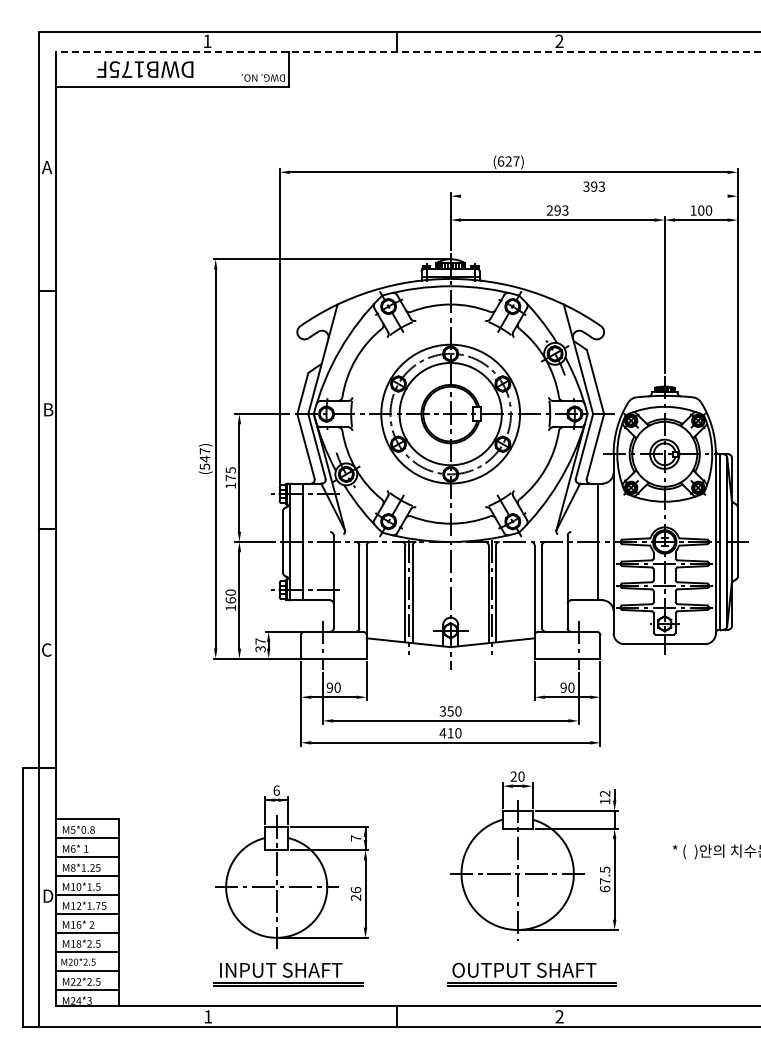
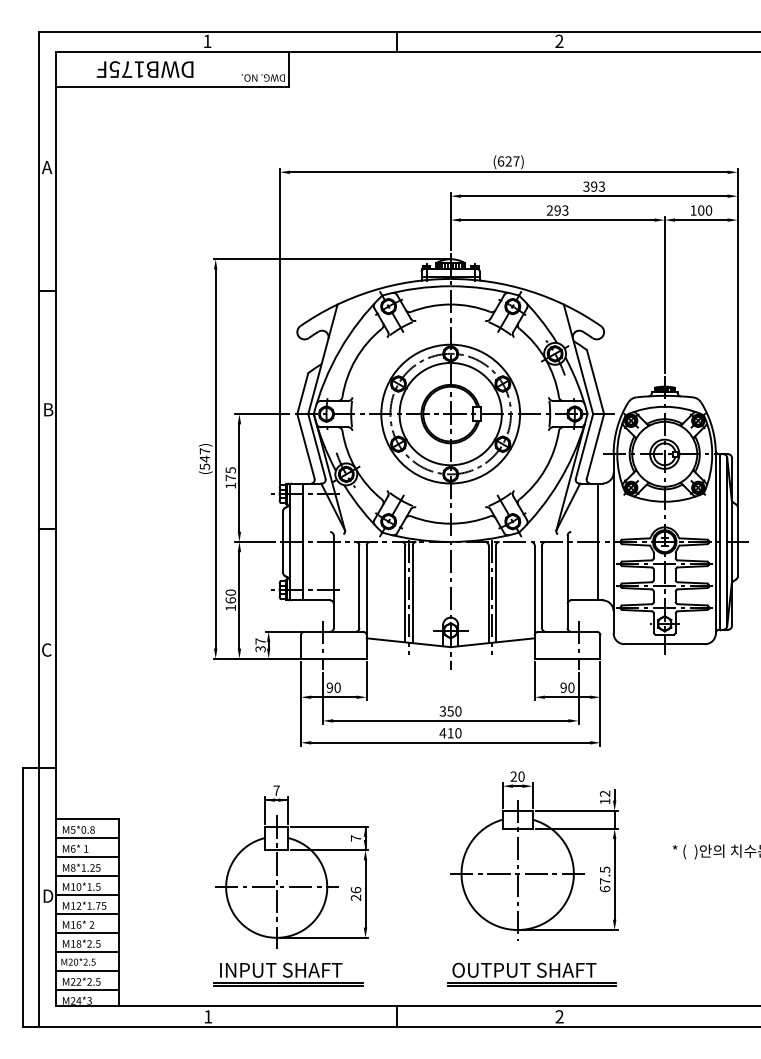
line at (407, 52): dashed -> solid
line at (593, 196): none -> present
text at (276, 790): 6 -> 7
